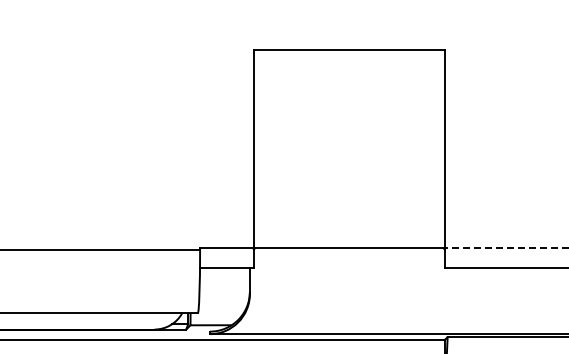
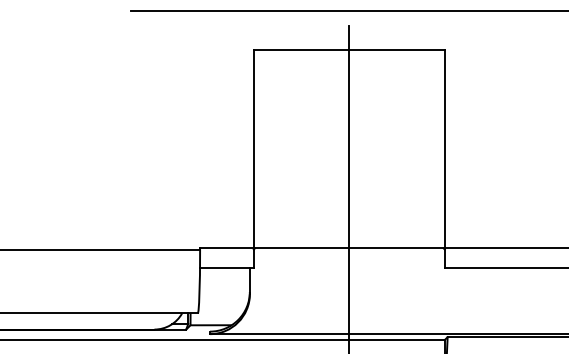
line at (347, 10): none -> present
line at (349, 187): none -> present
line at (506, 248): dashed -> solid
